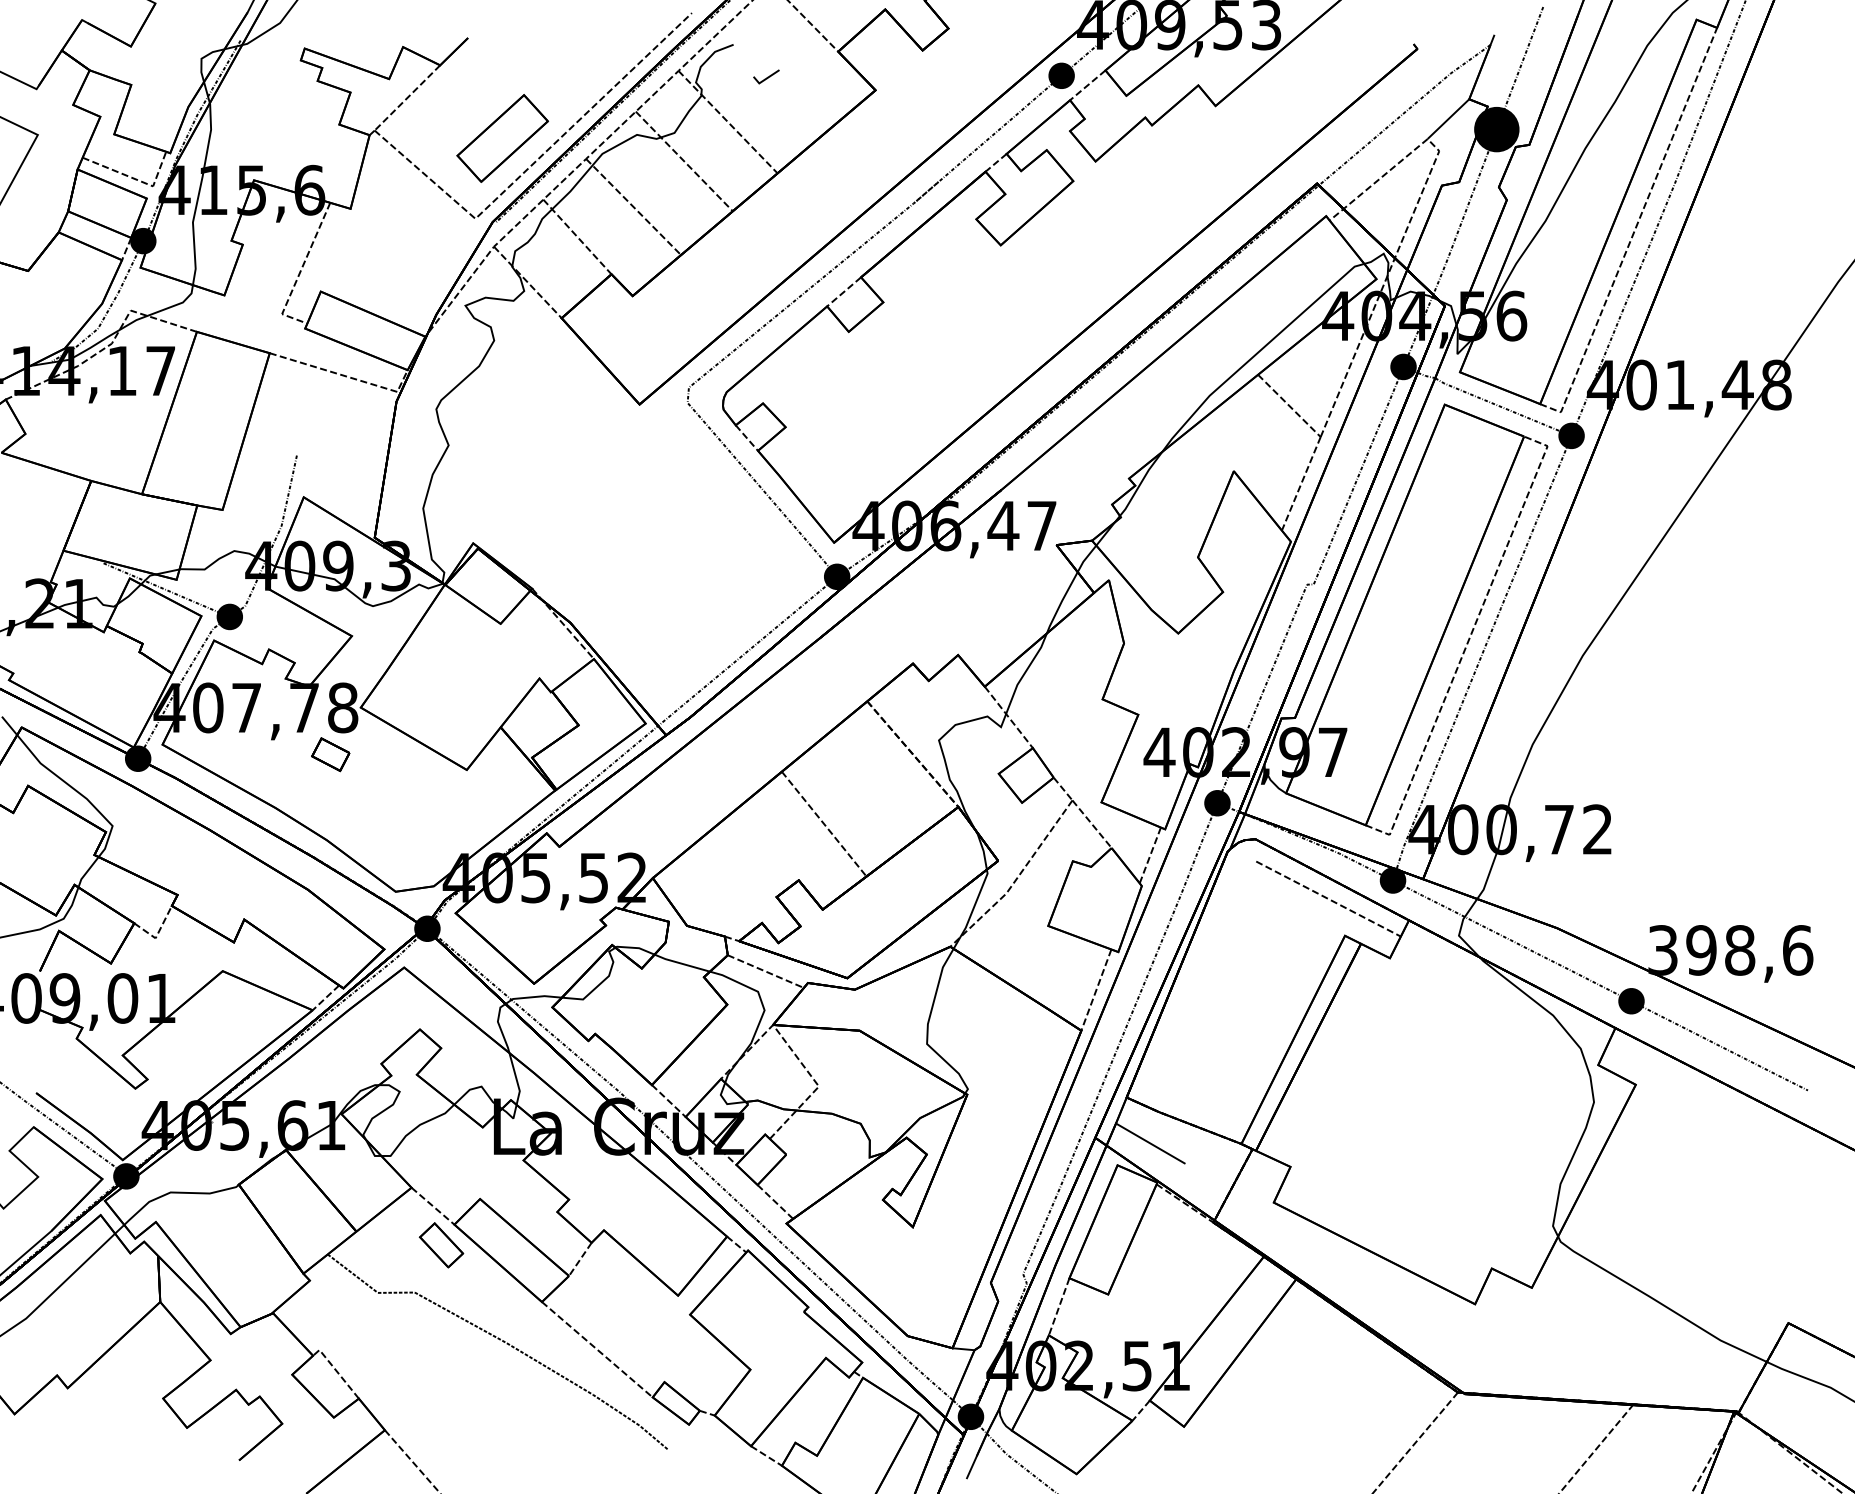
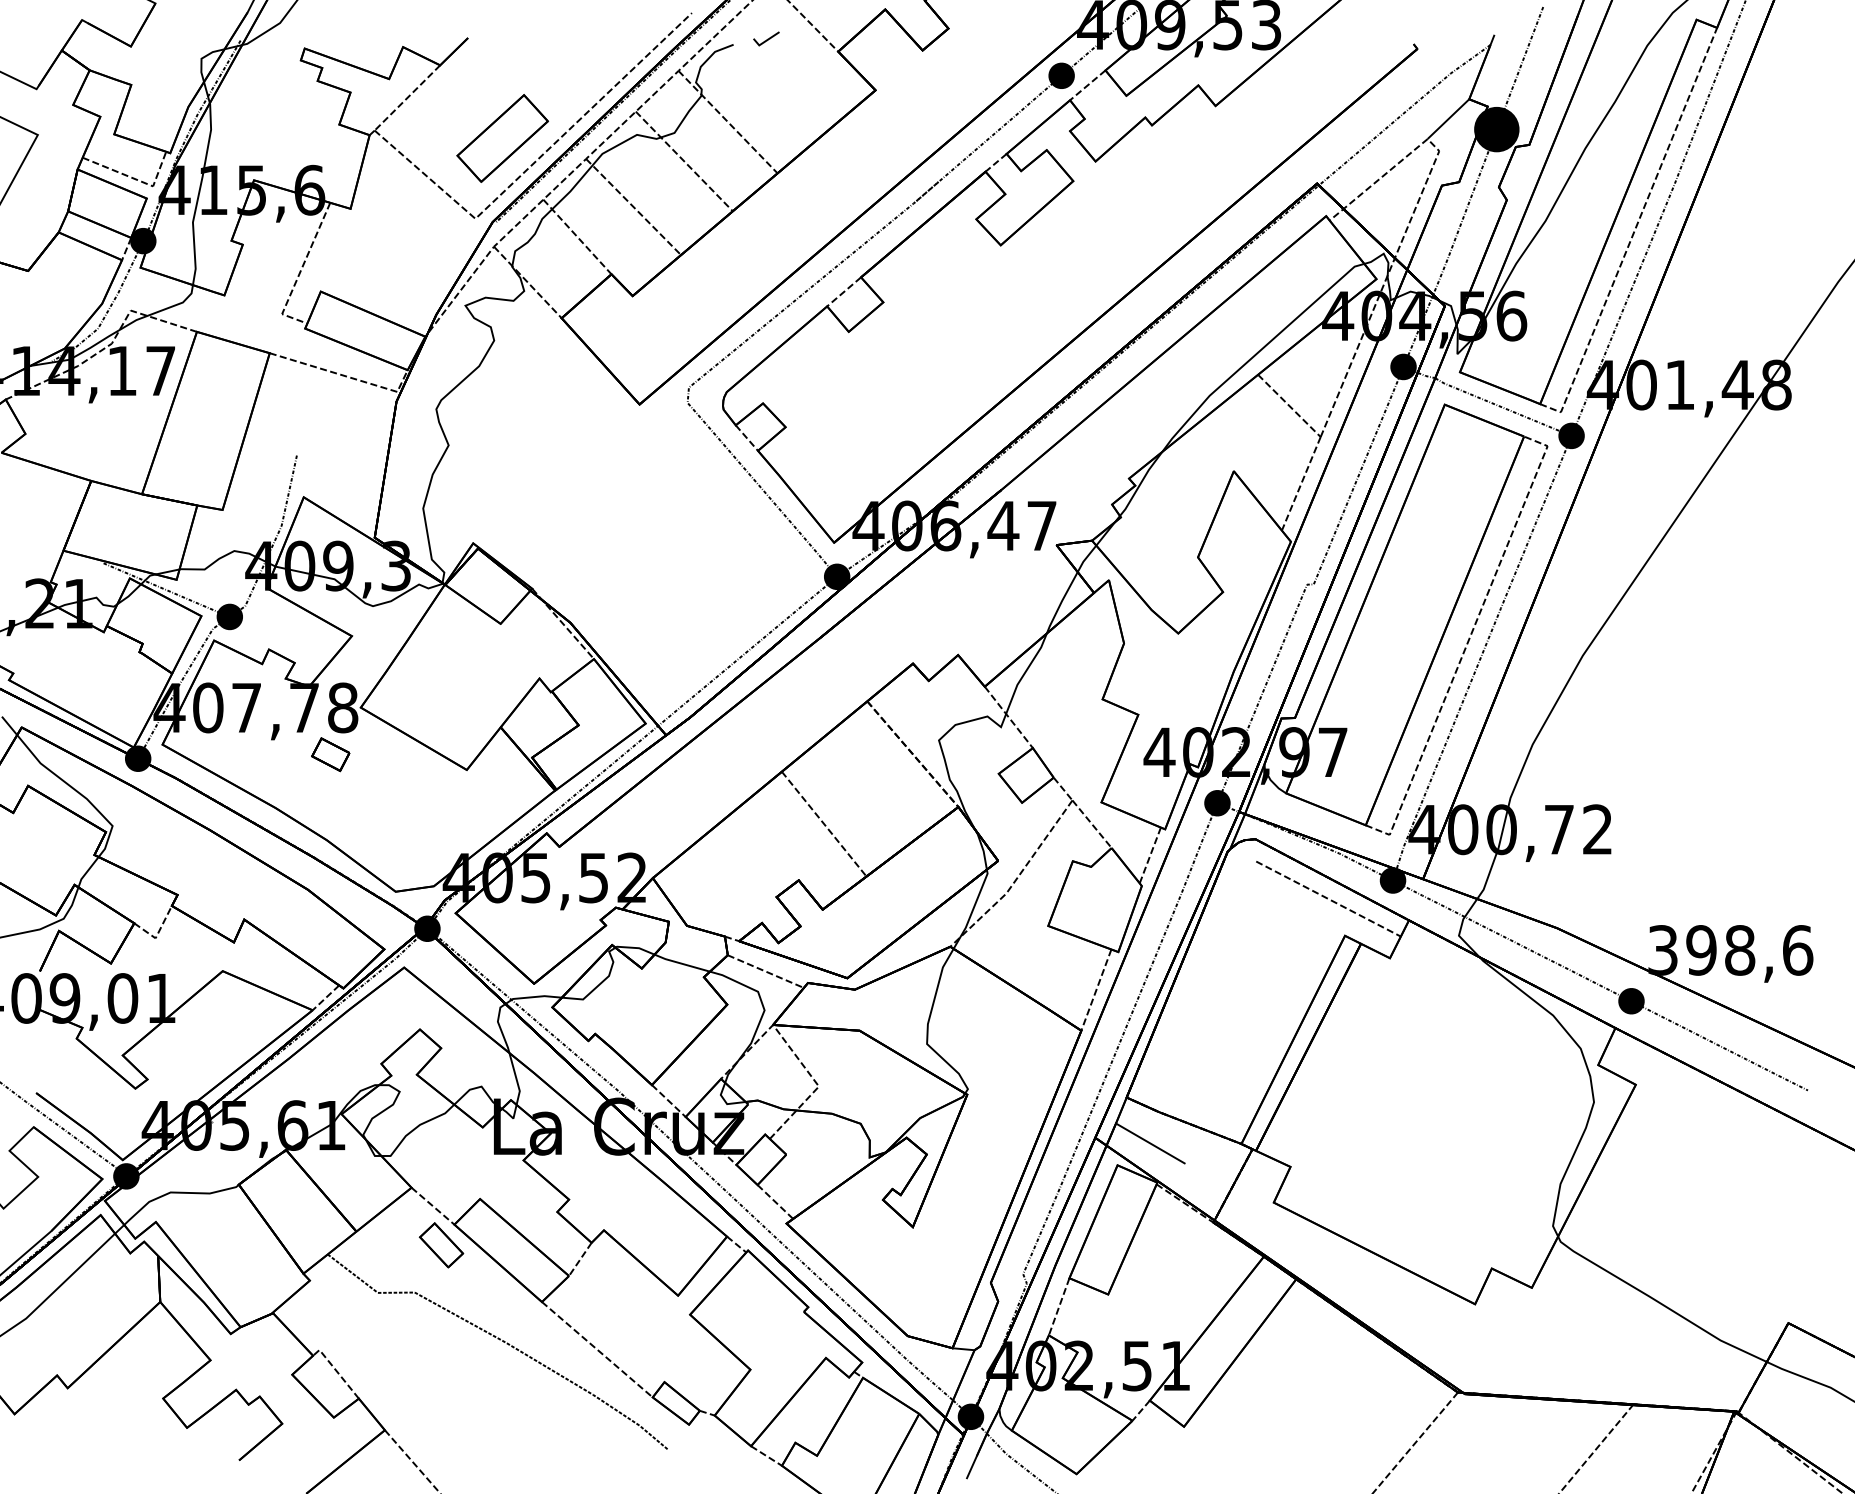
line at (767, 76) position: (767, 76) -> (767, 38)
